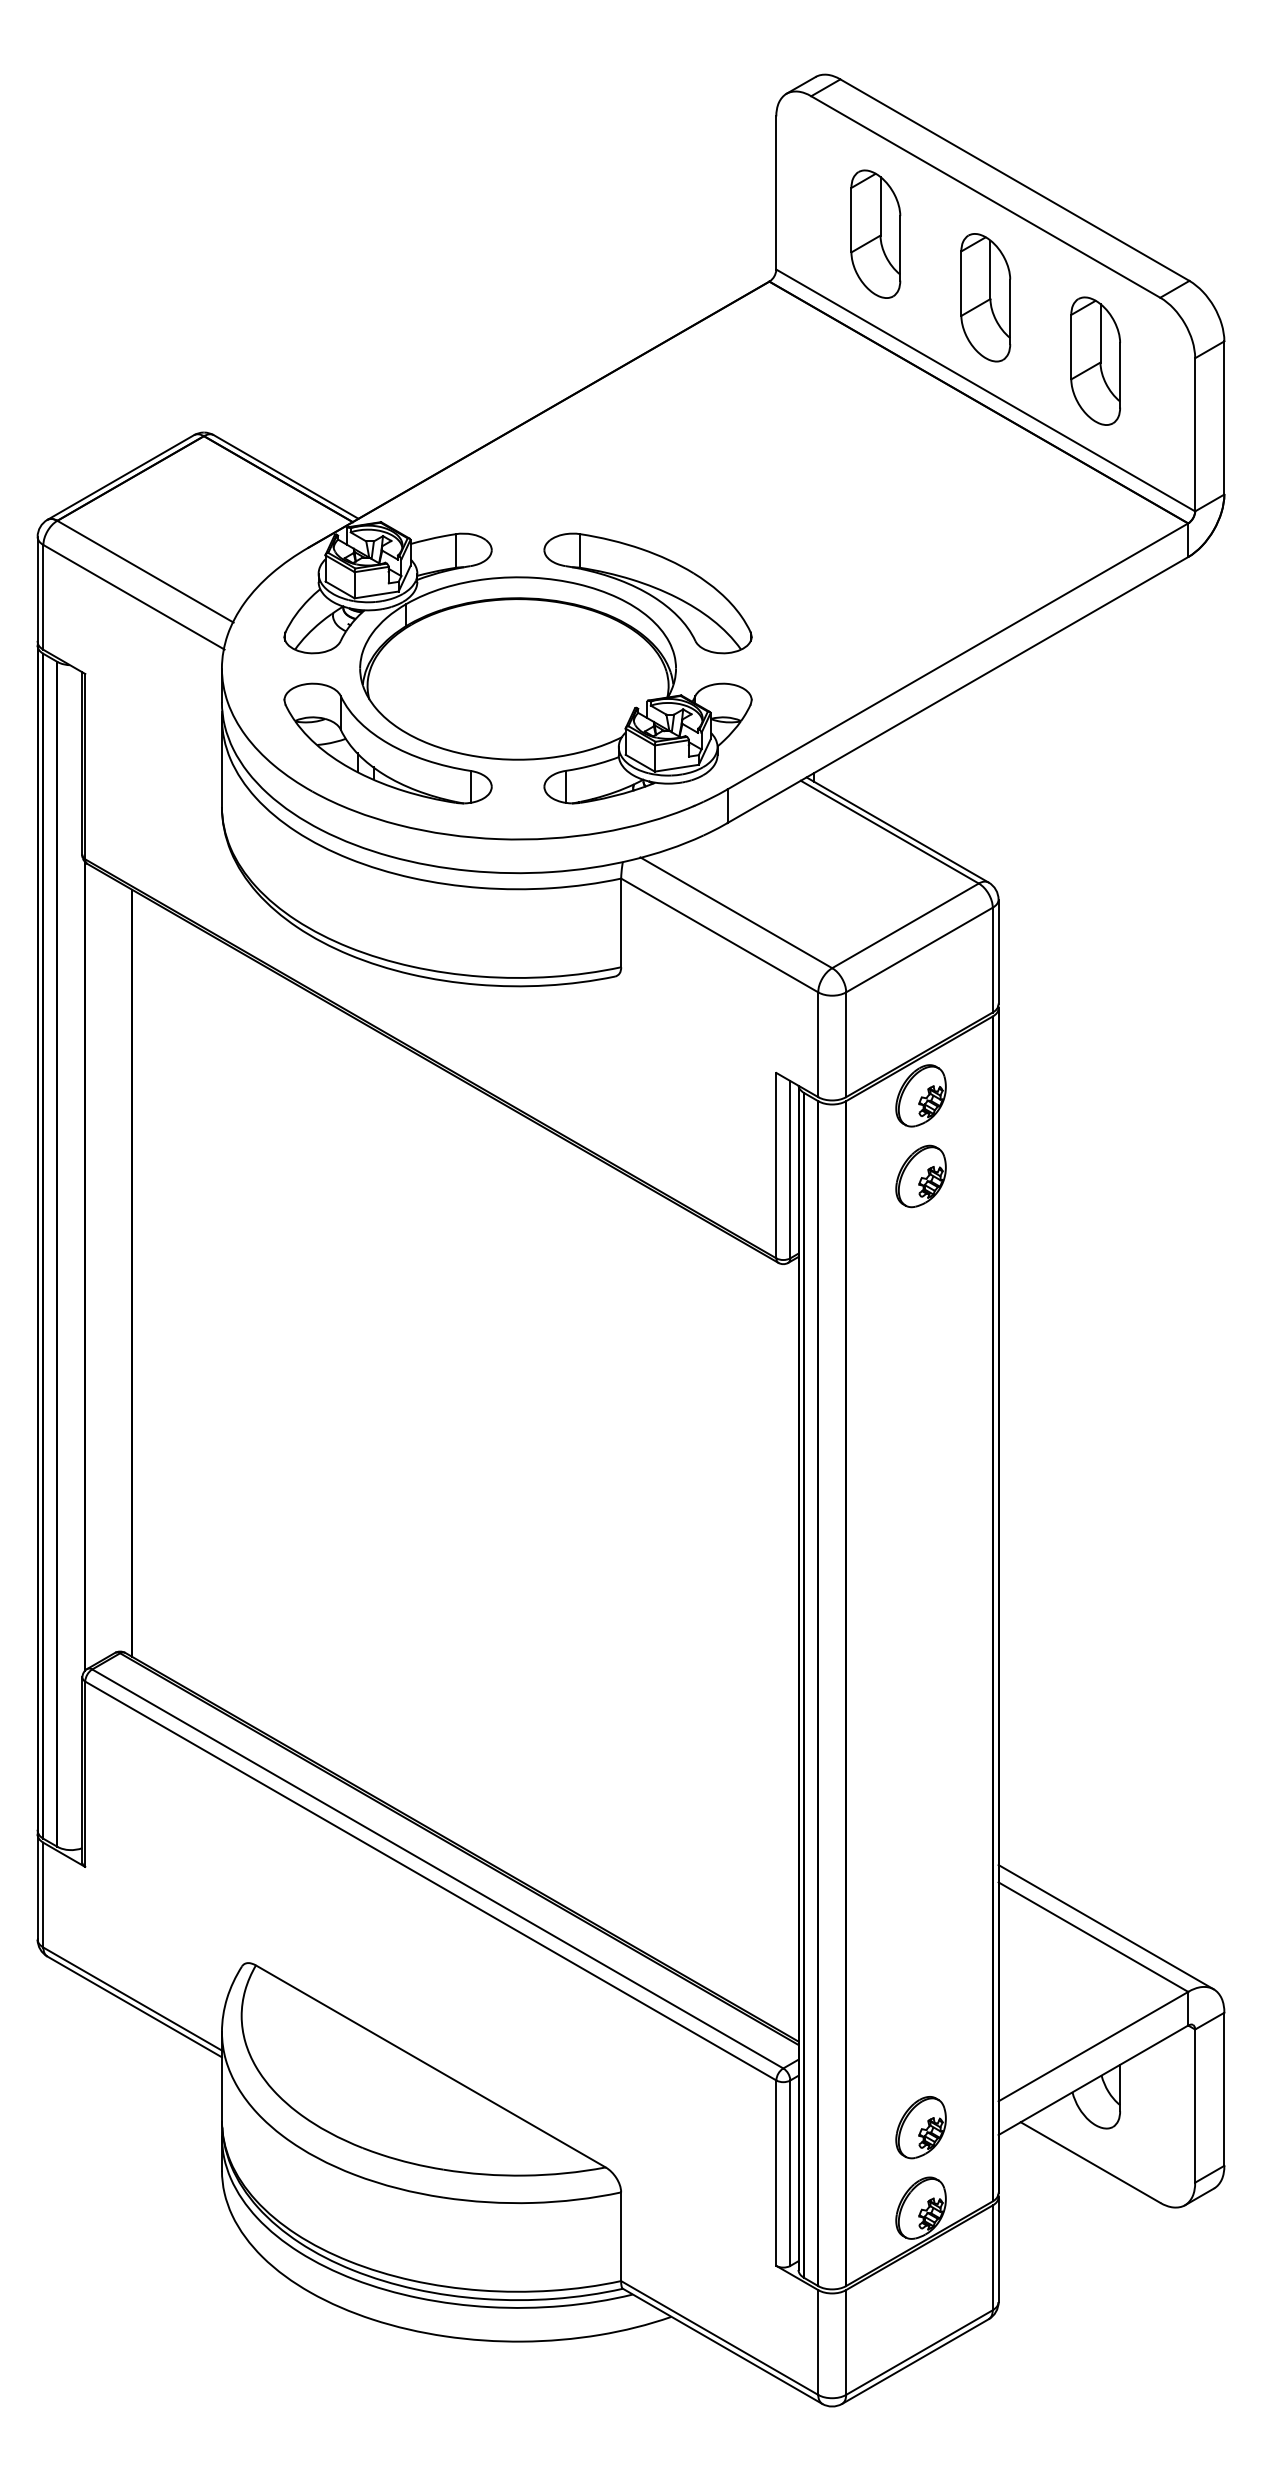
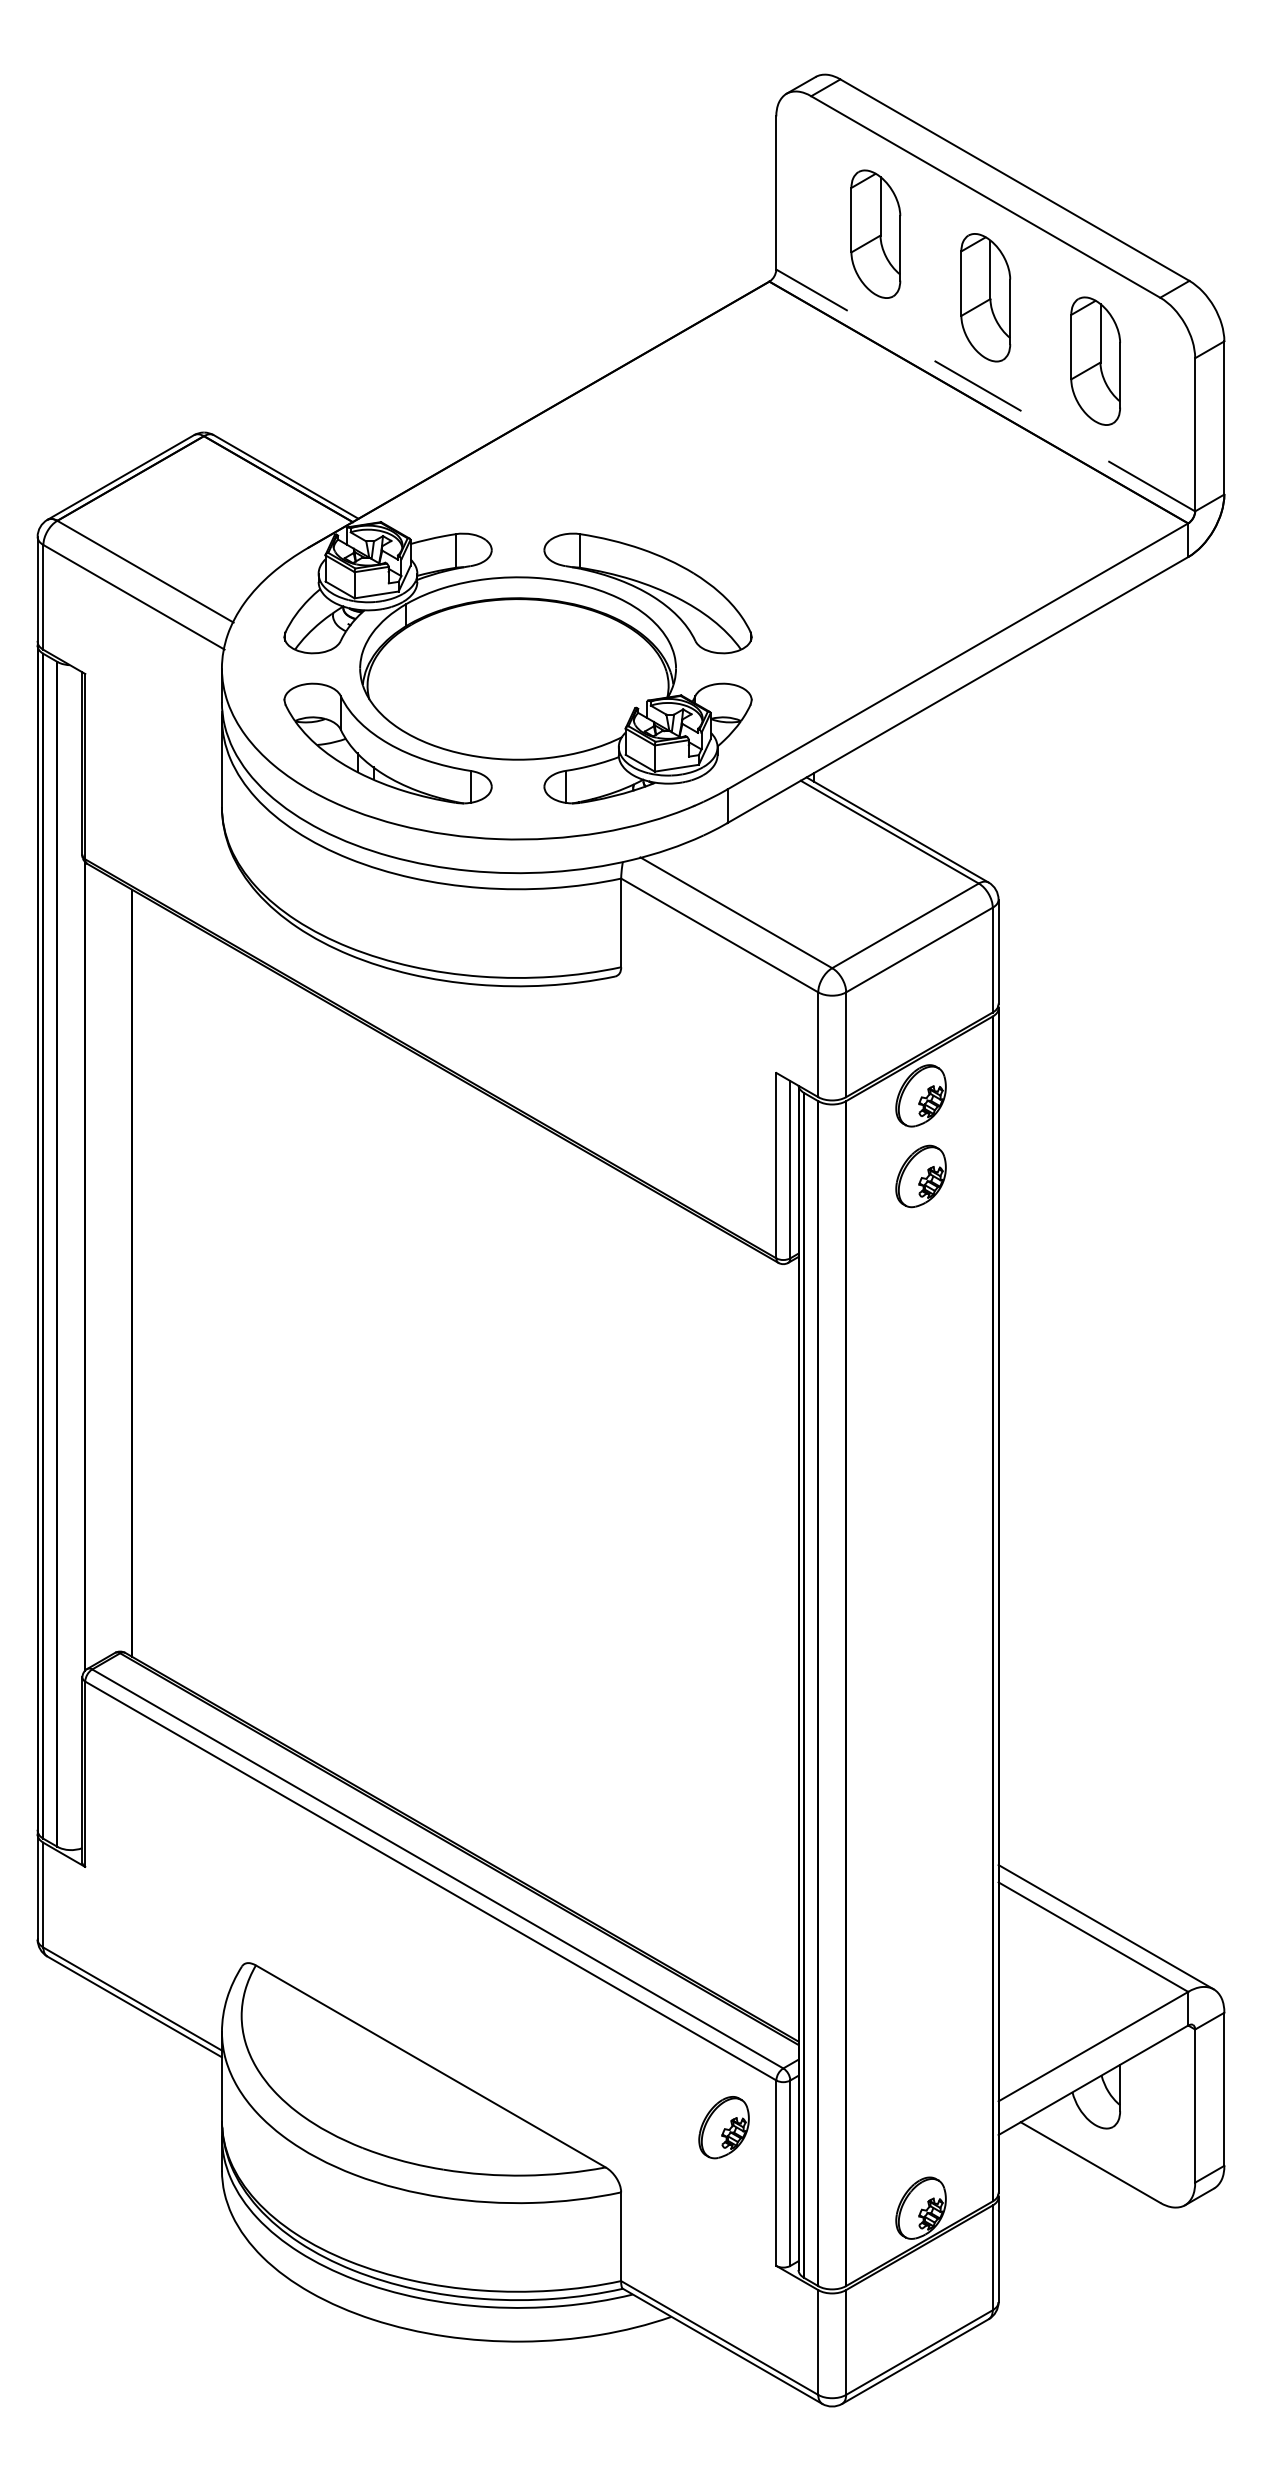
line at (985, 390): solid -> dashed
part at (920, 2127) position: (920, 2127) -> (723, 2127)
